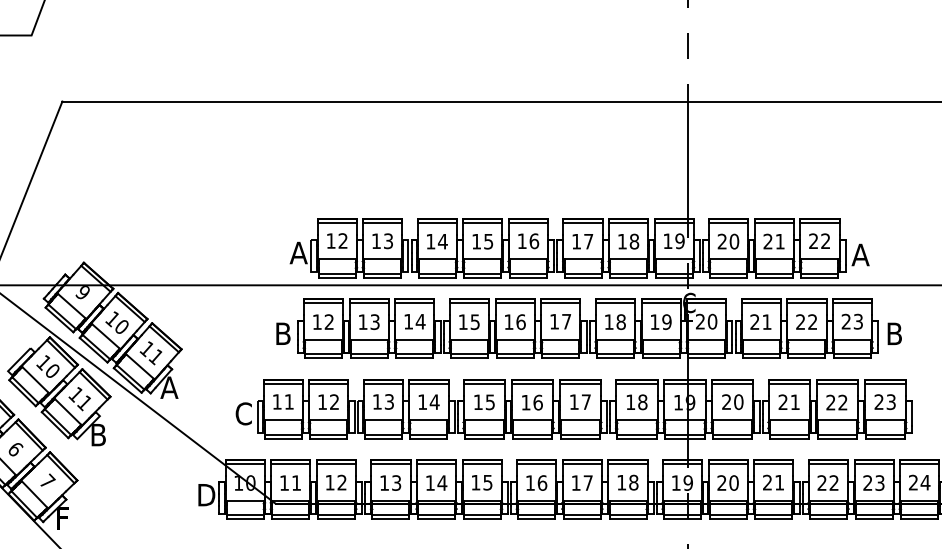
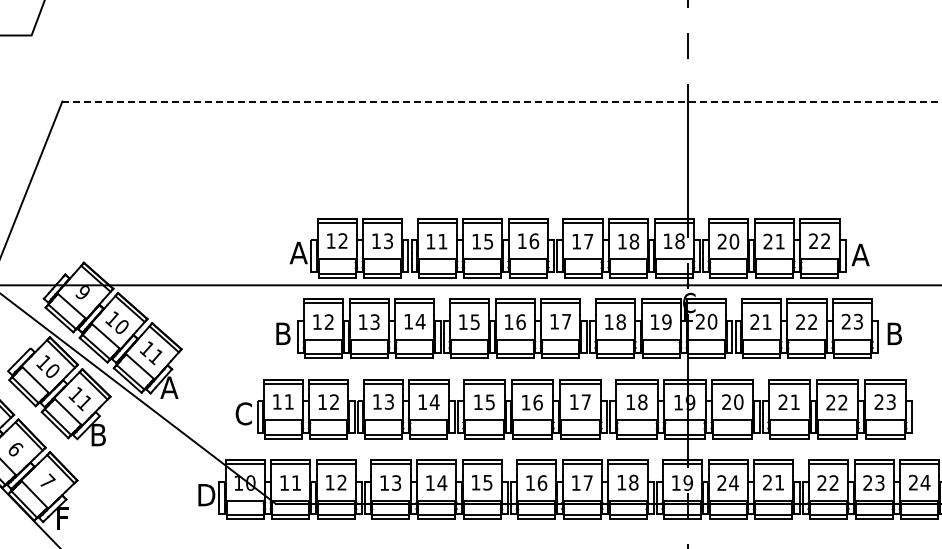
line at (502, 101): solid -> dashed
text at (442, 241): 14 -> 11
text at (679, 241): 19 -> 18
text at (734, 482): 20 -> 24
